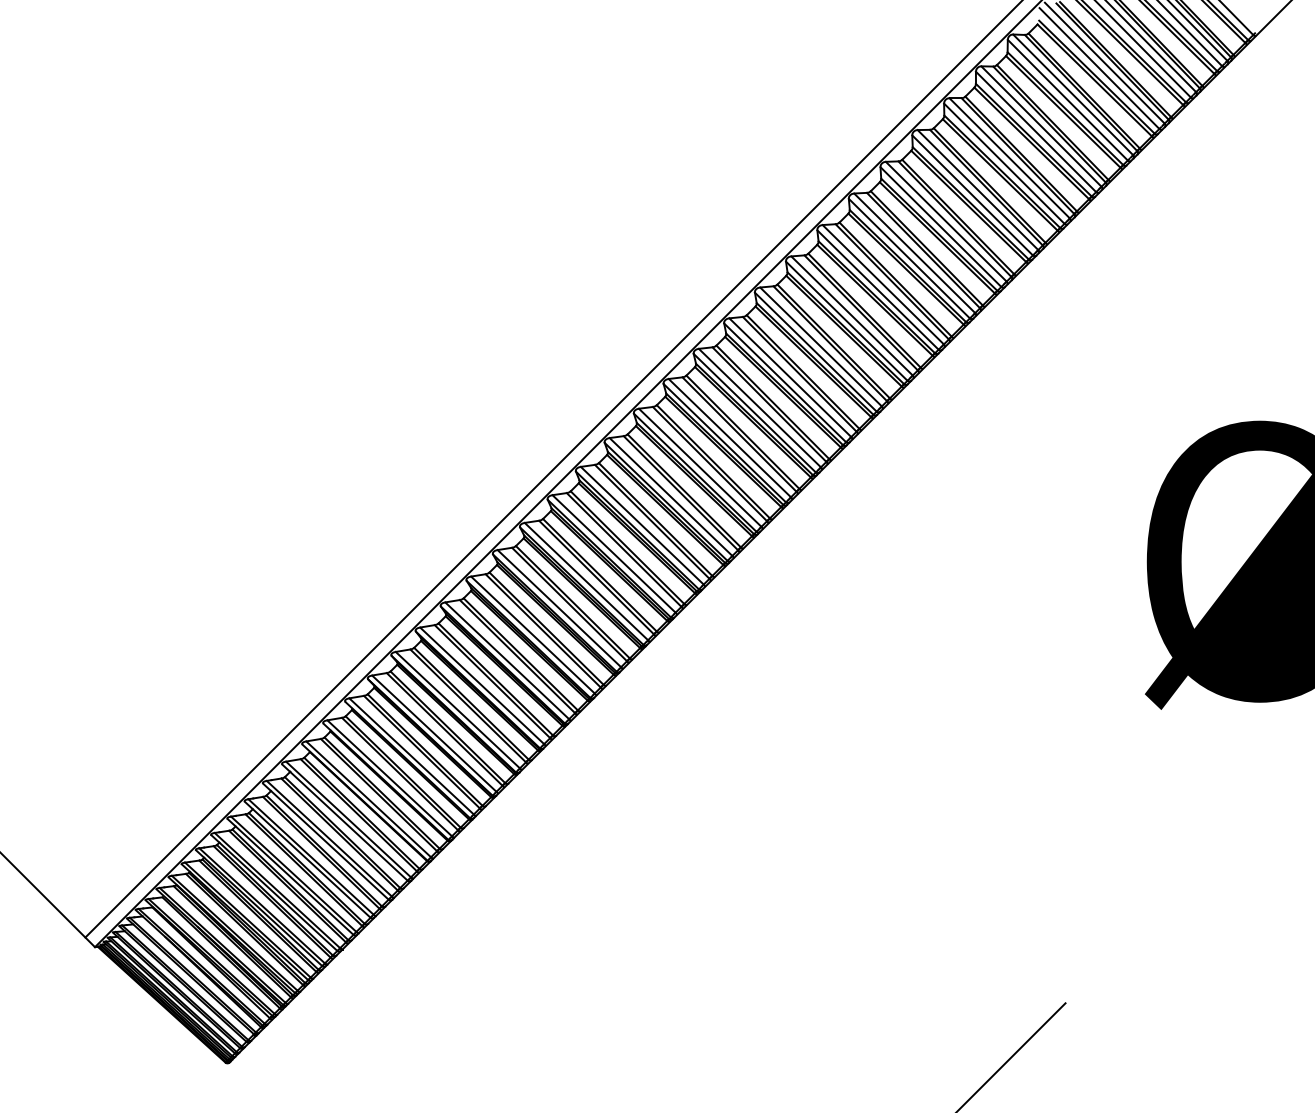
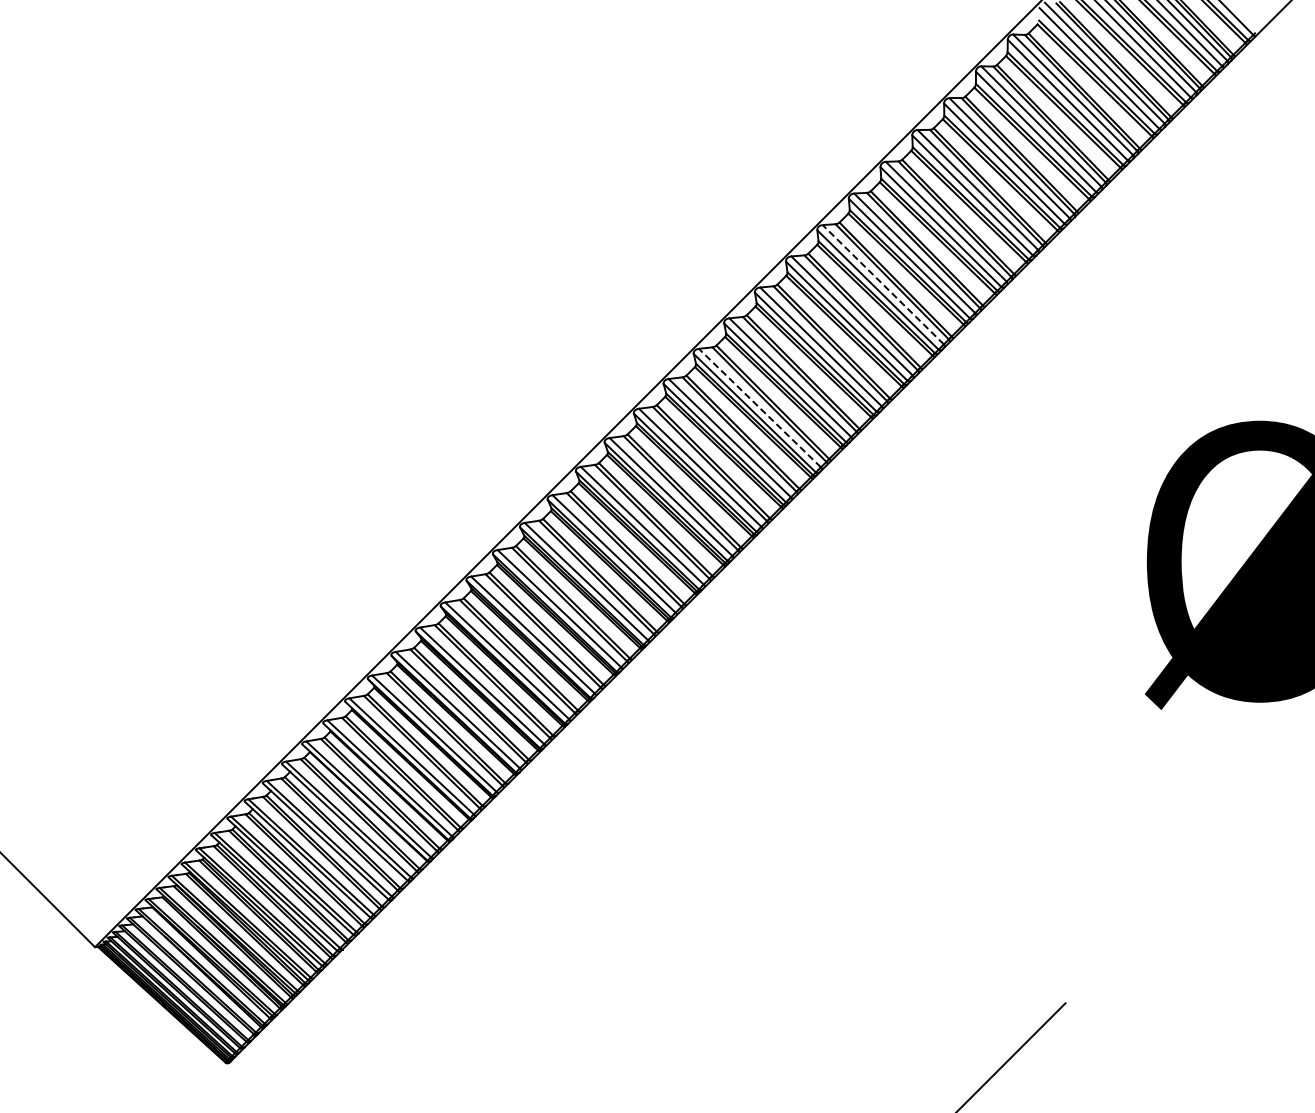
line at (882, 284): solid -> dashed
line at (759, 407): solid -> dashed
line at (552, 469): present -> none
